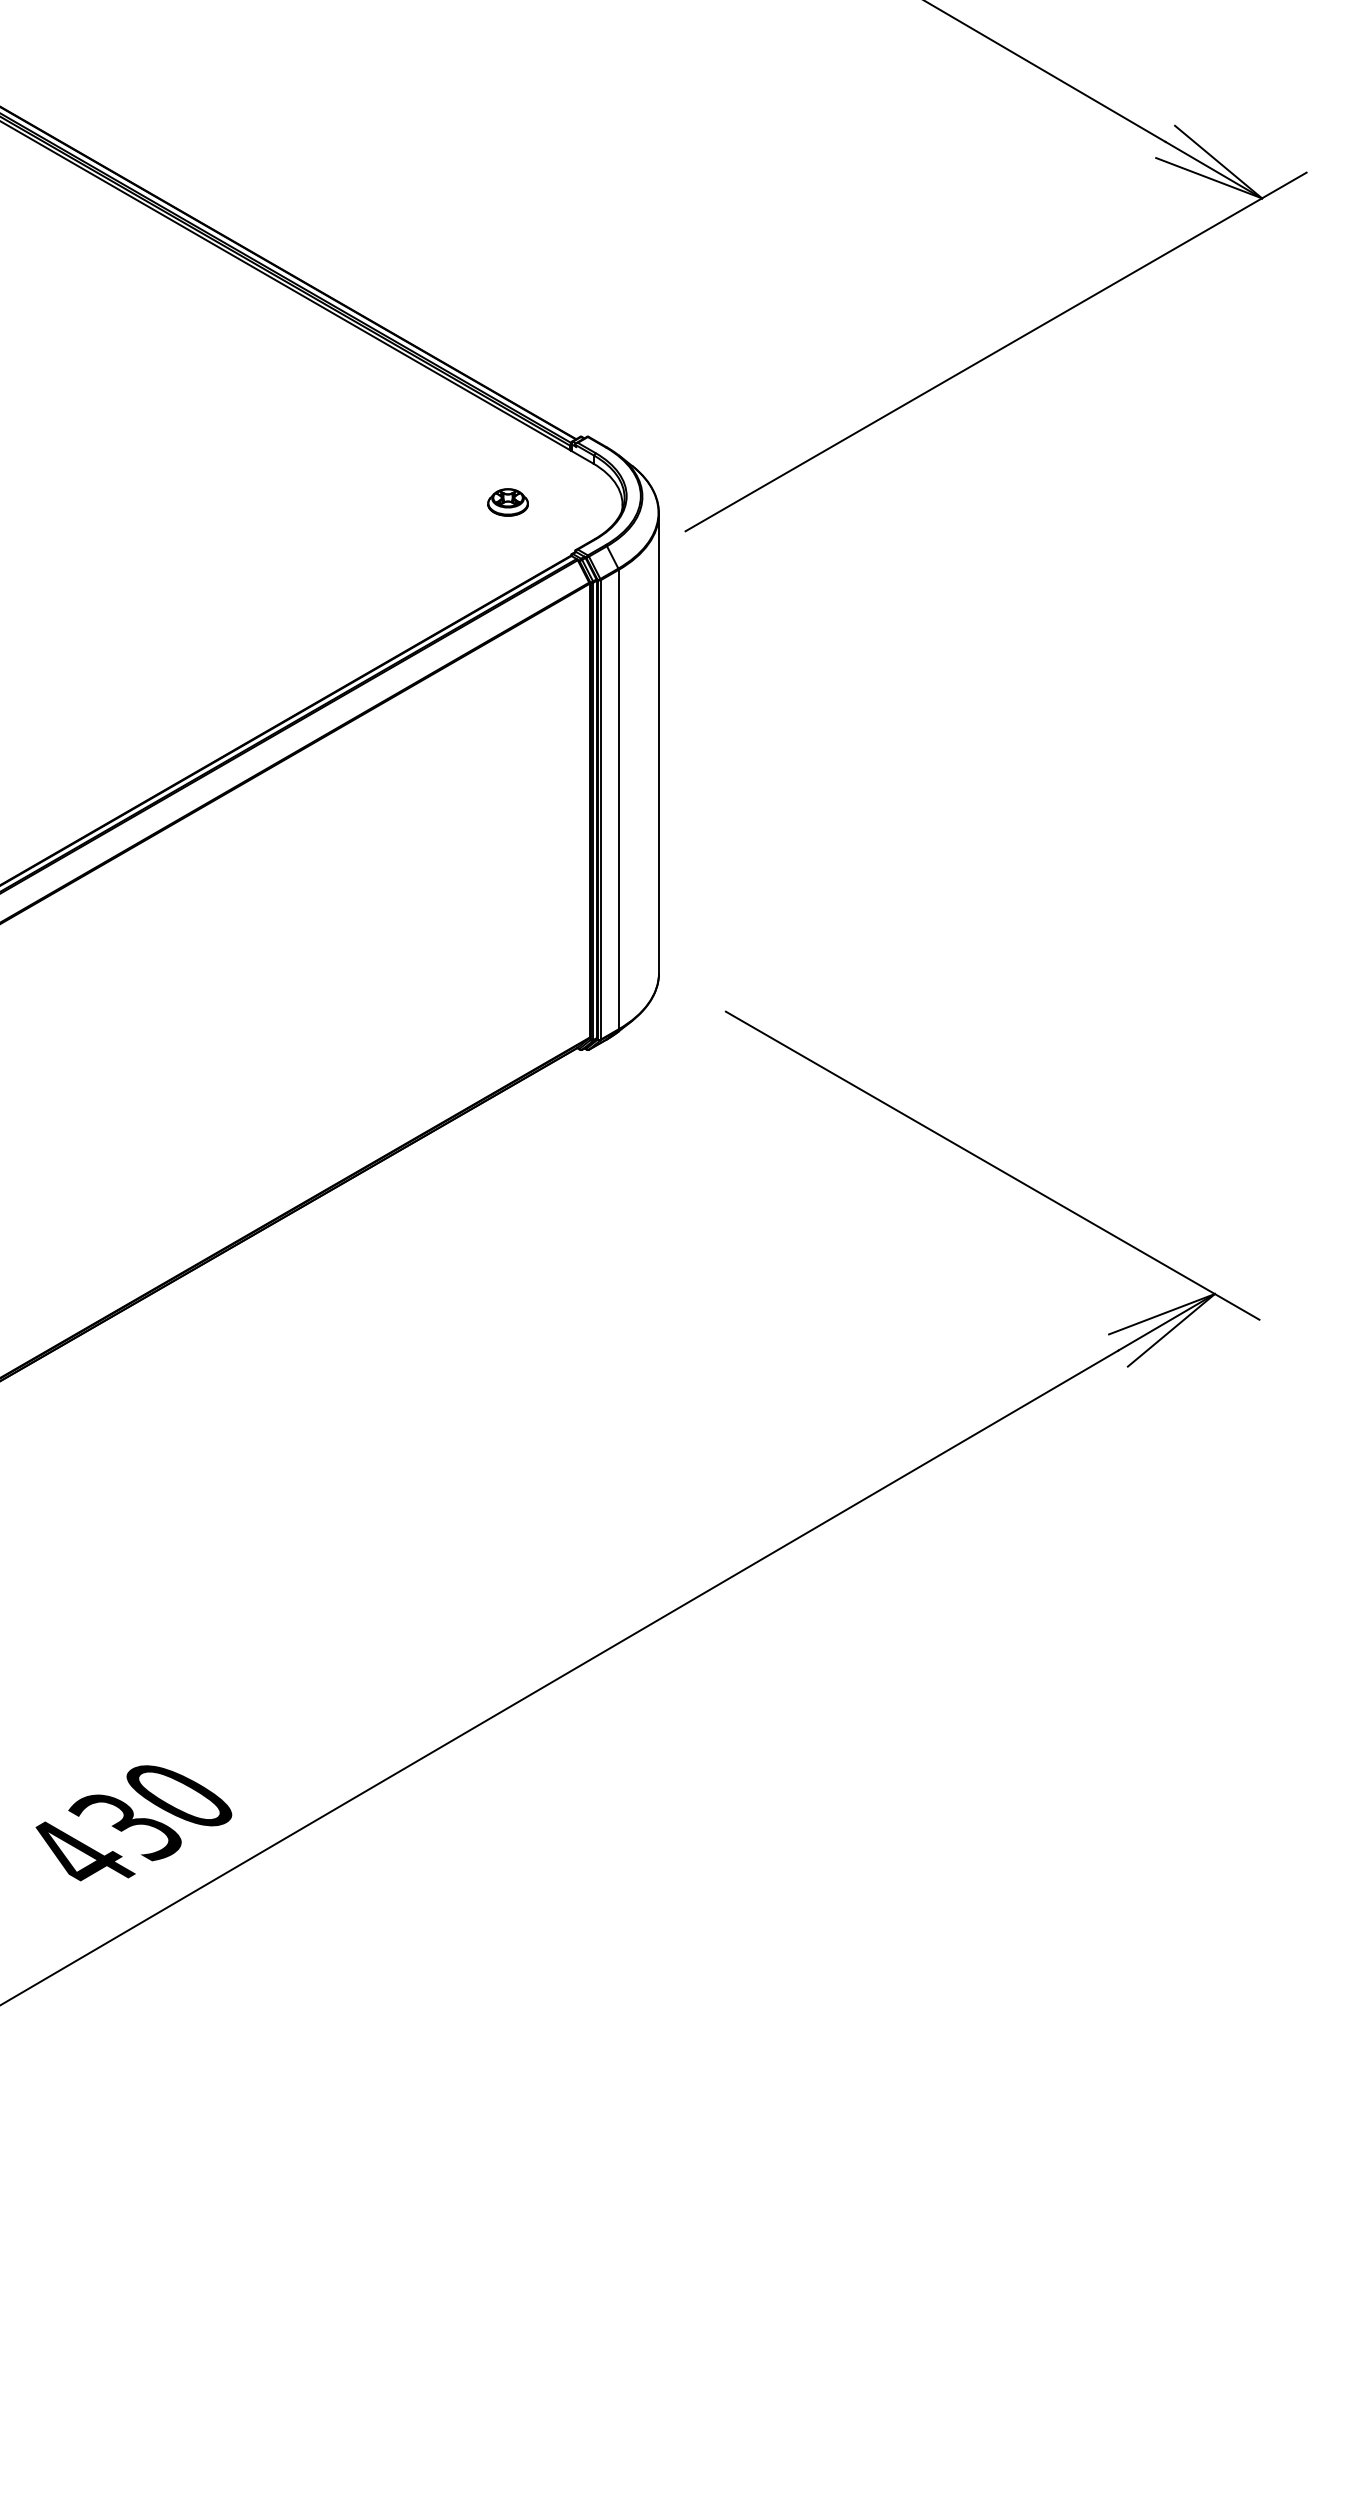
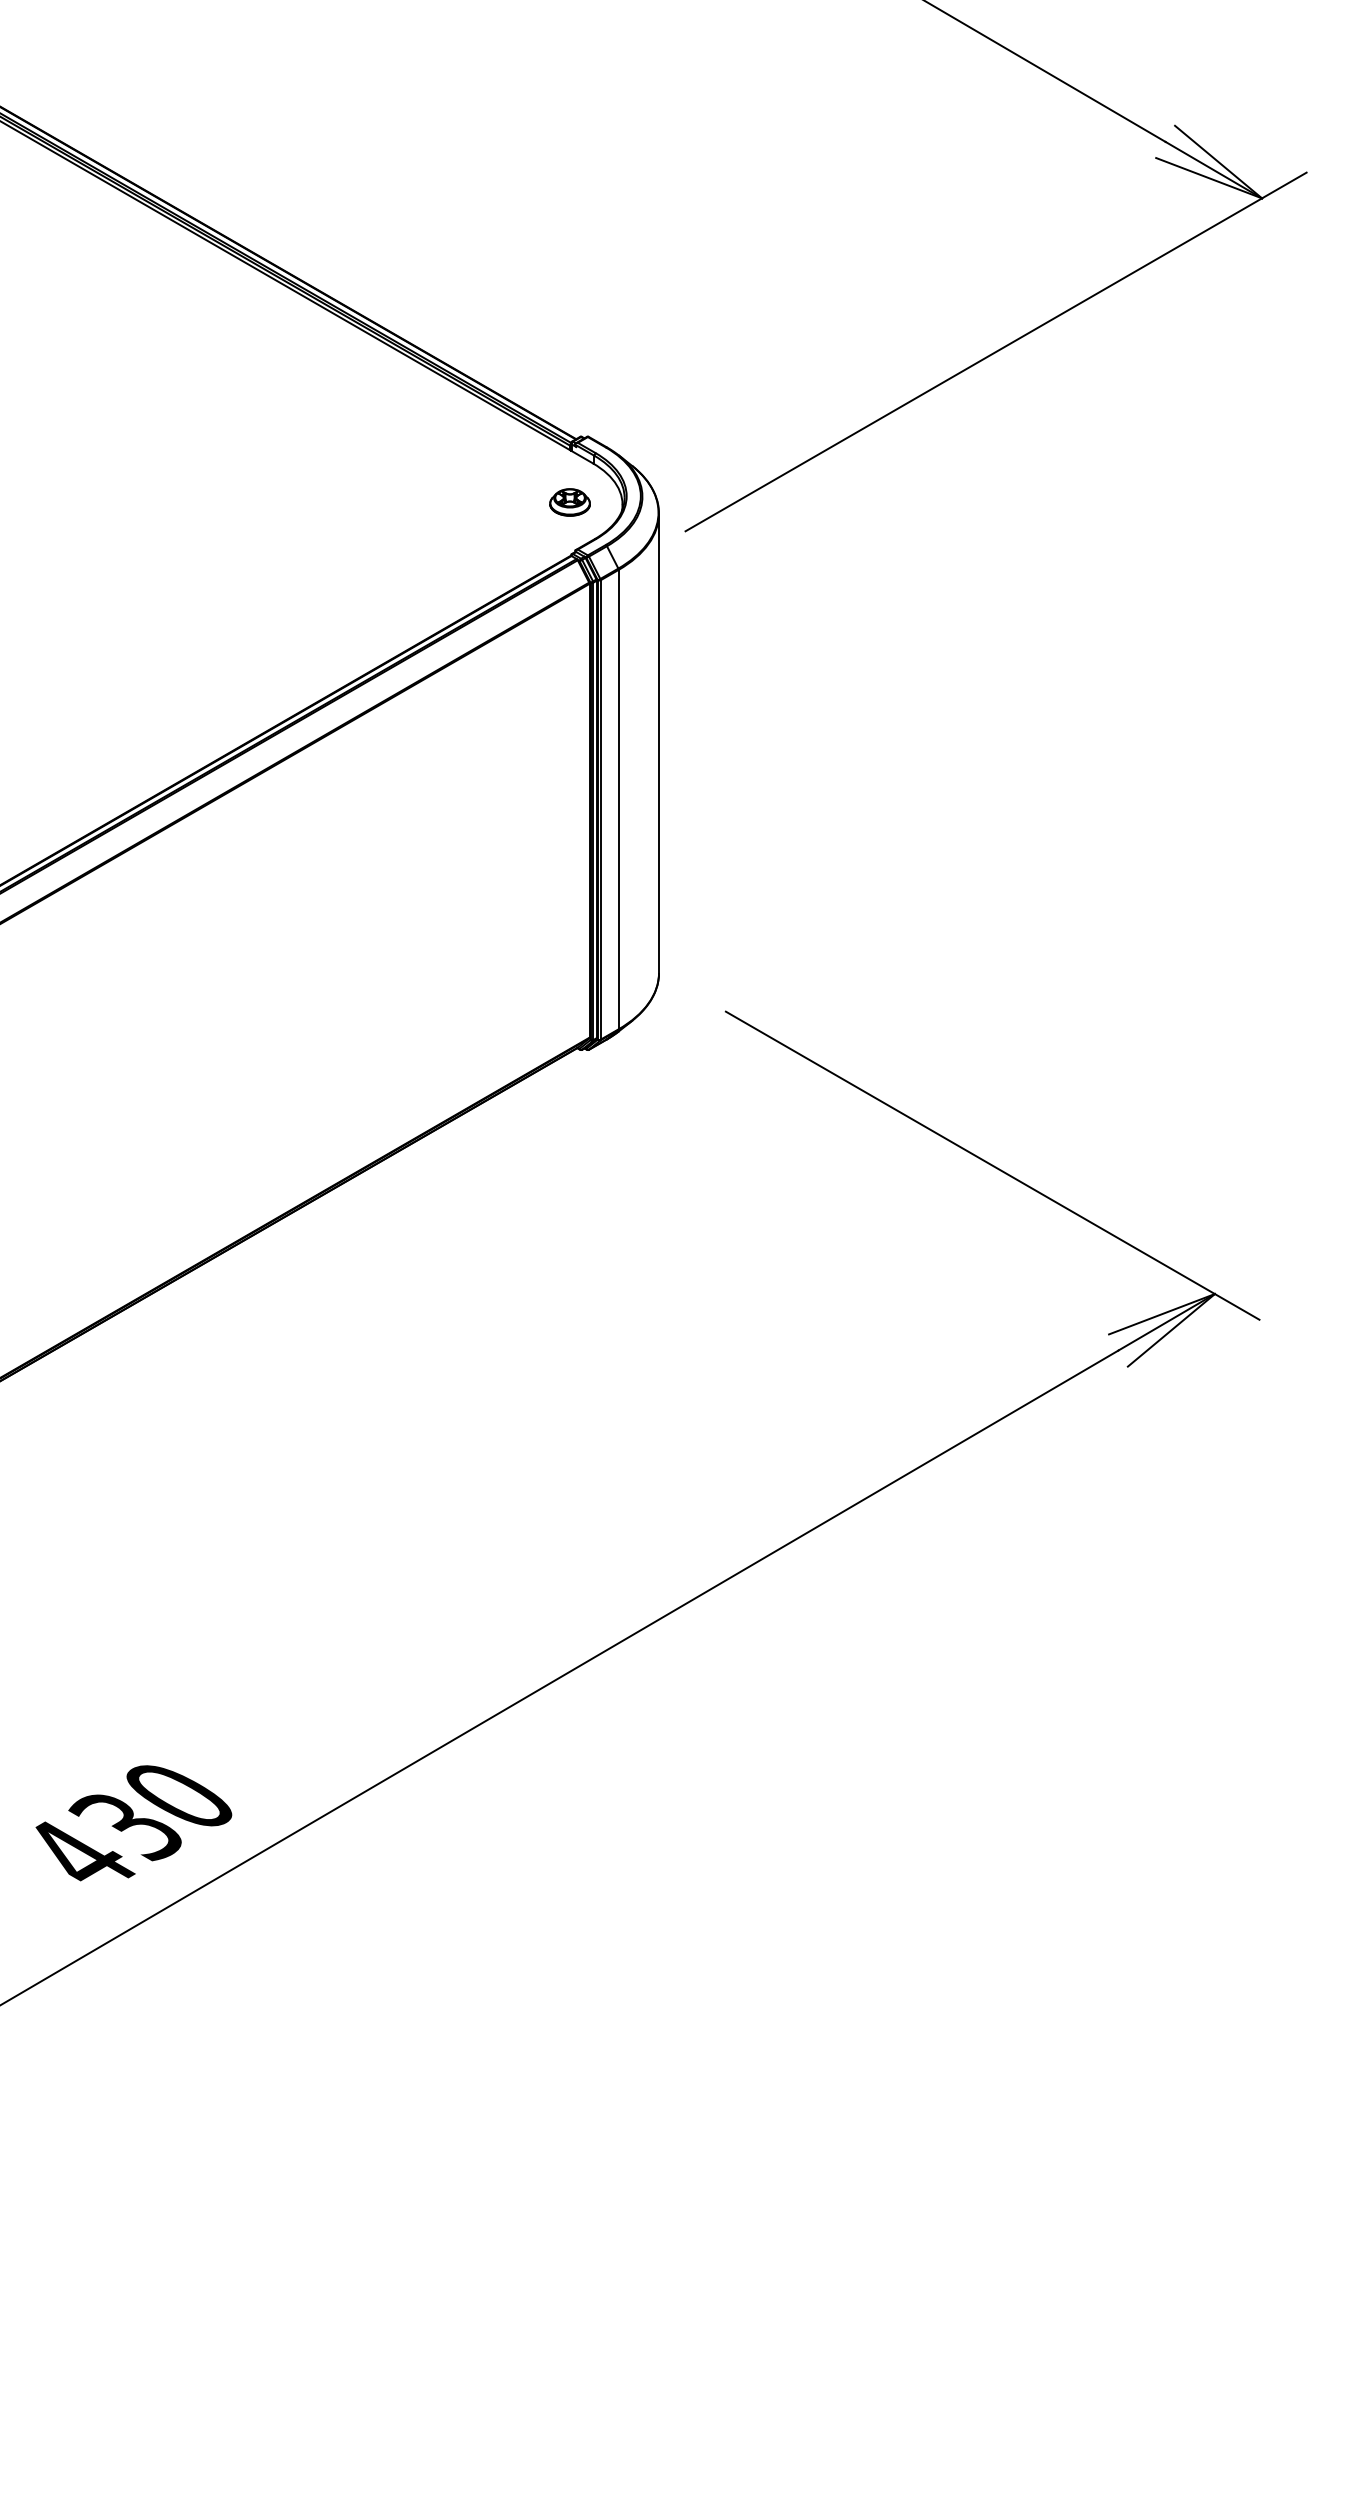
part at (507, 502) position: (507, 502) -> (569, 502)
